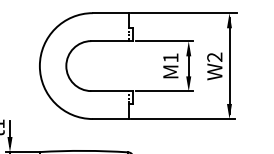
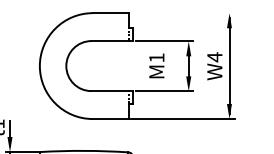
line at (184, 13): present -> none
text at (214, 57): W2 -> W4
text at (170, 65) position: (170, 65) -> (156, 65)
